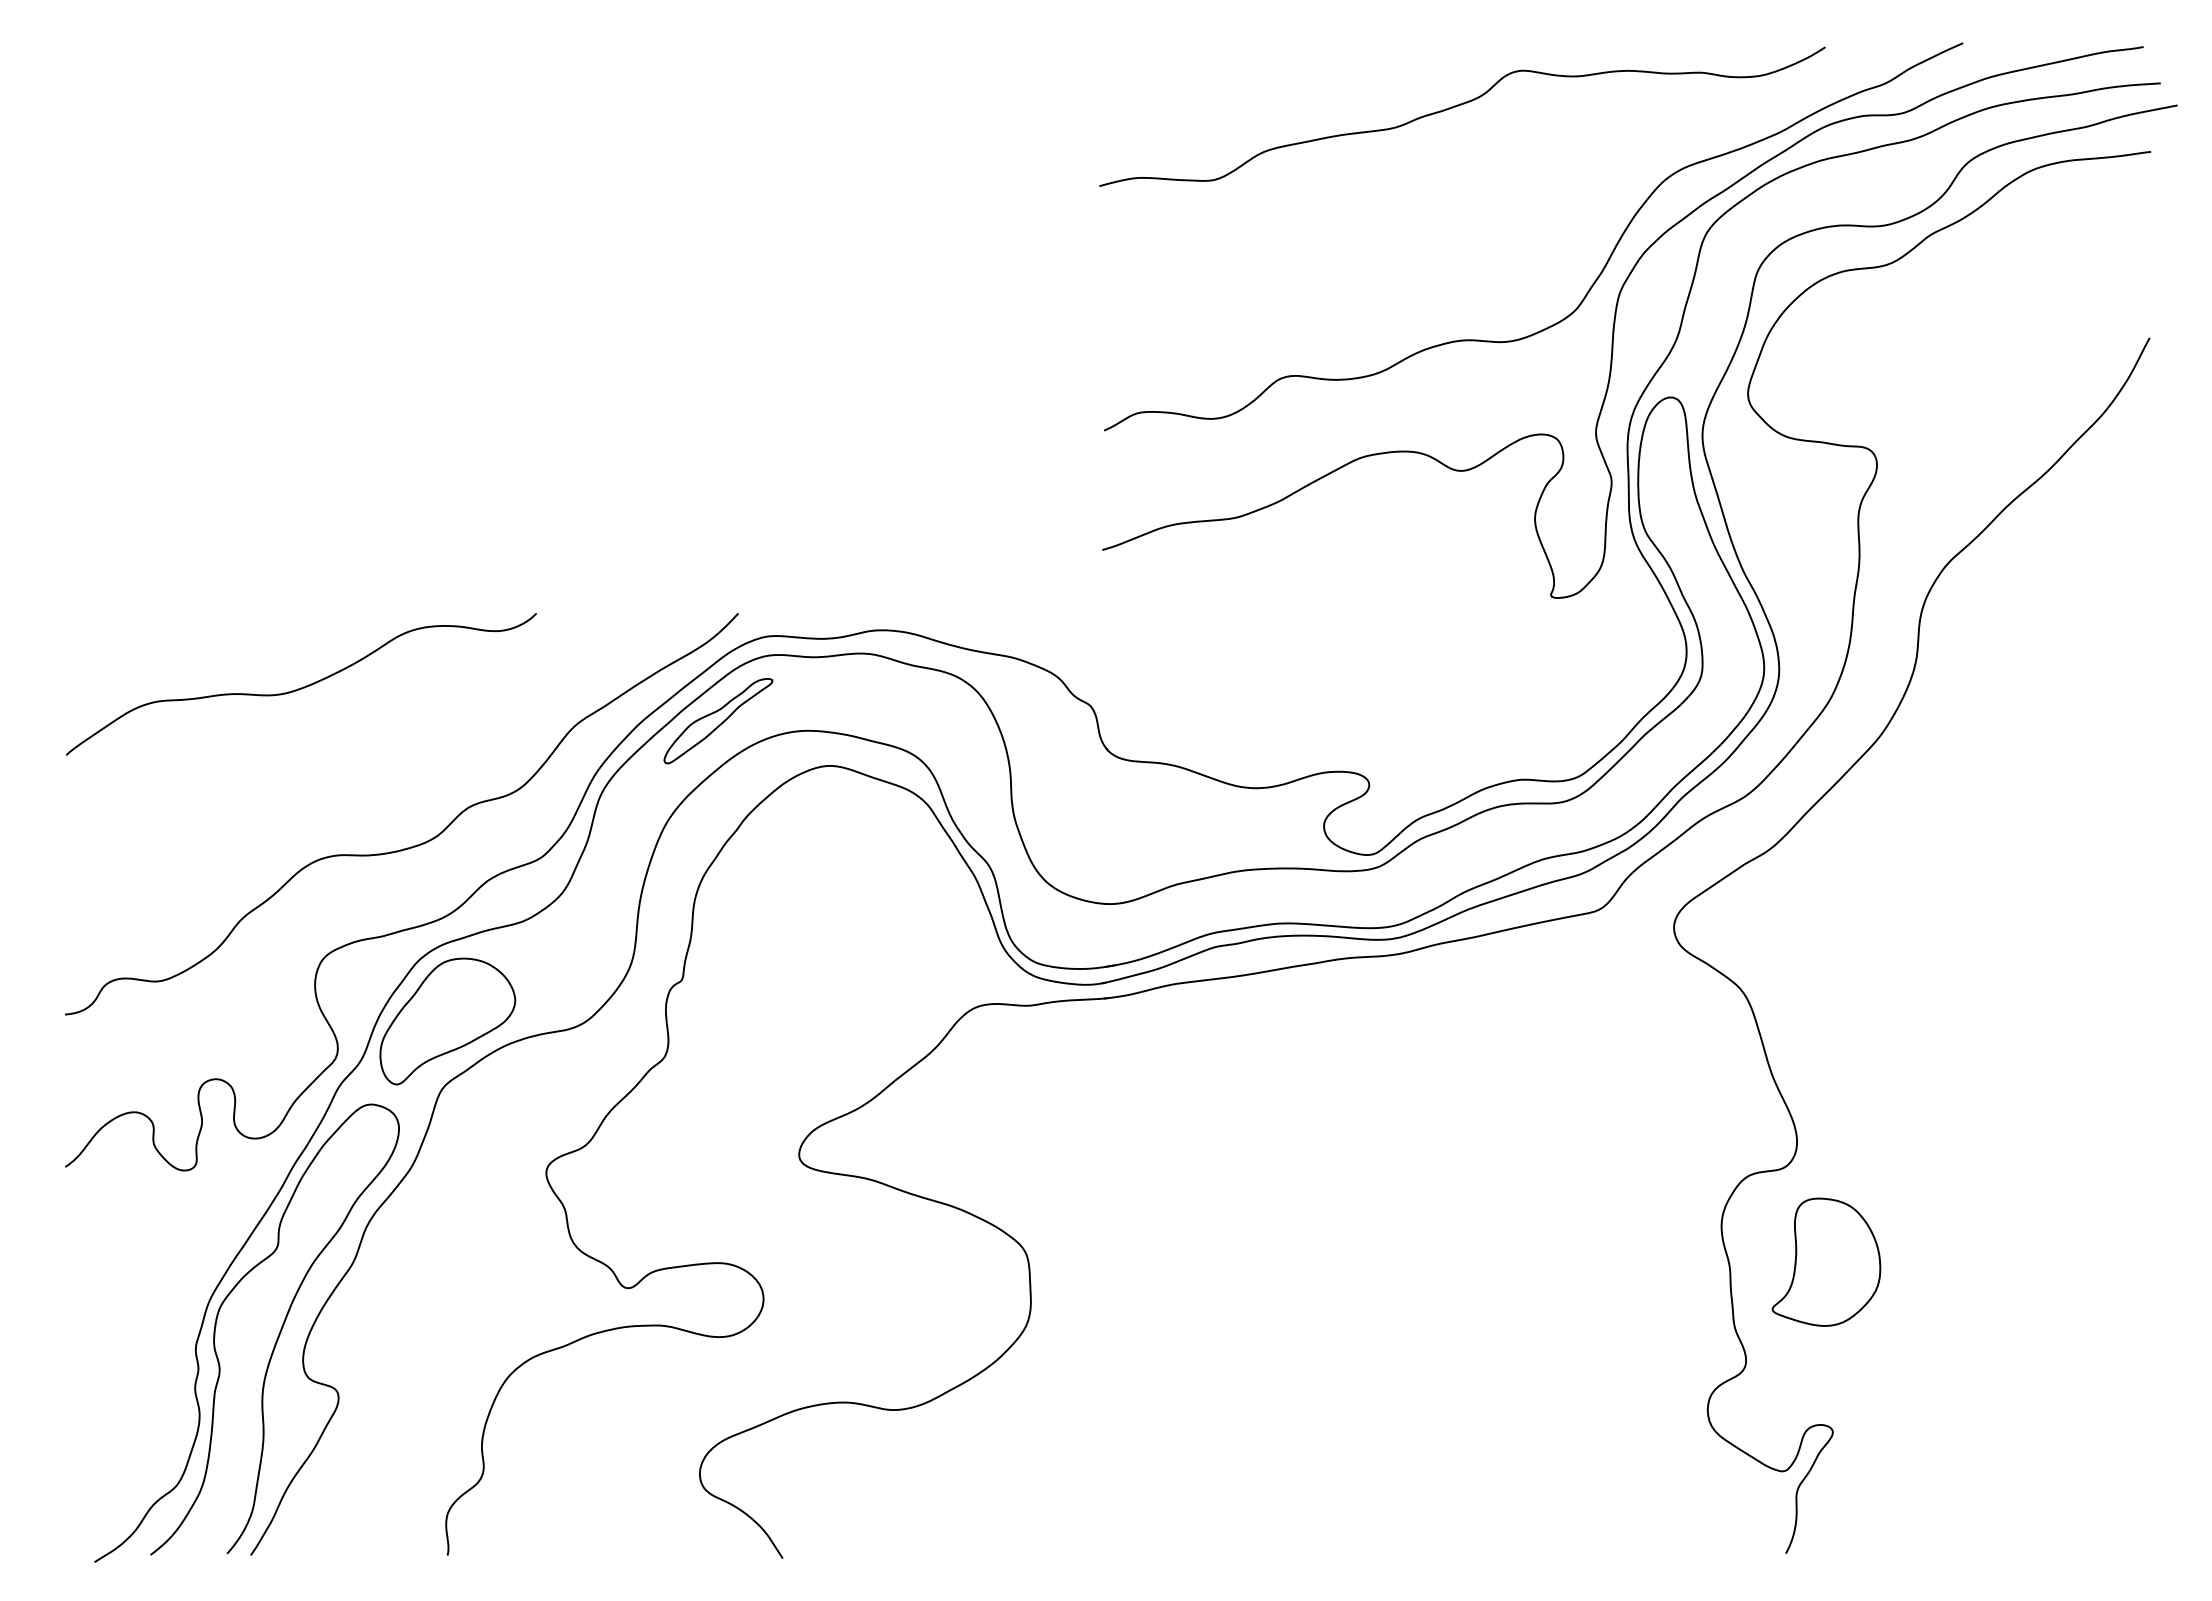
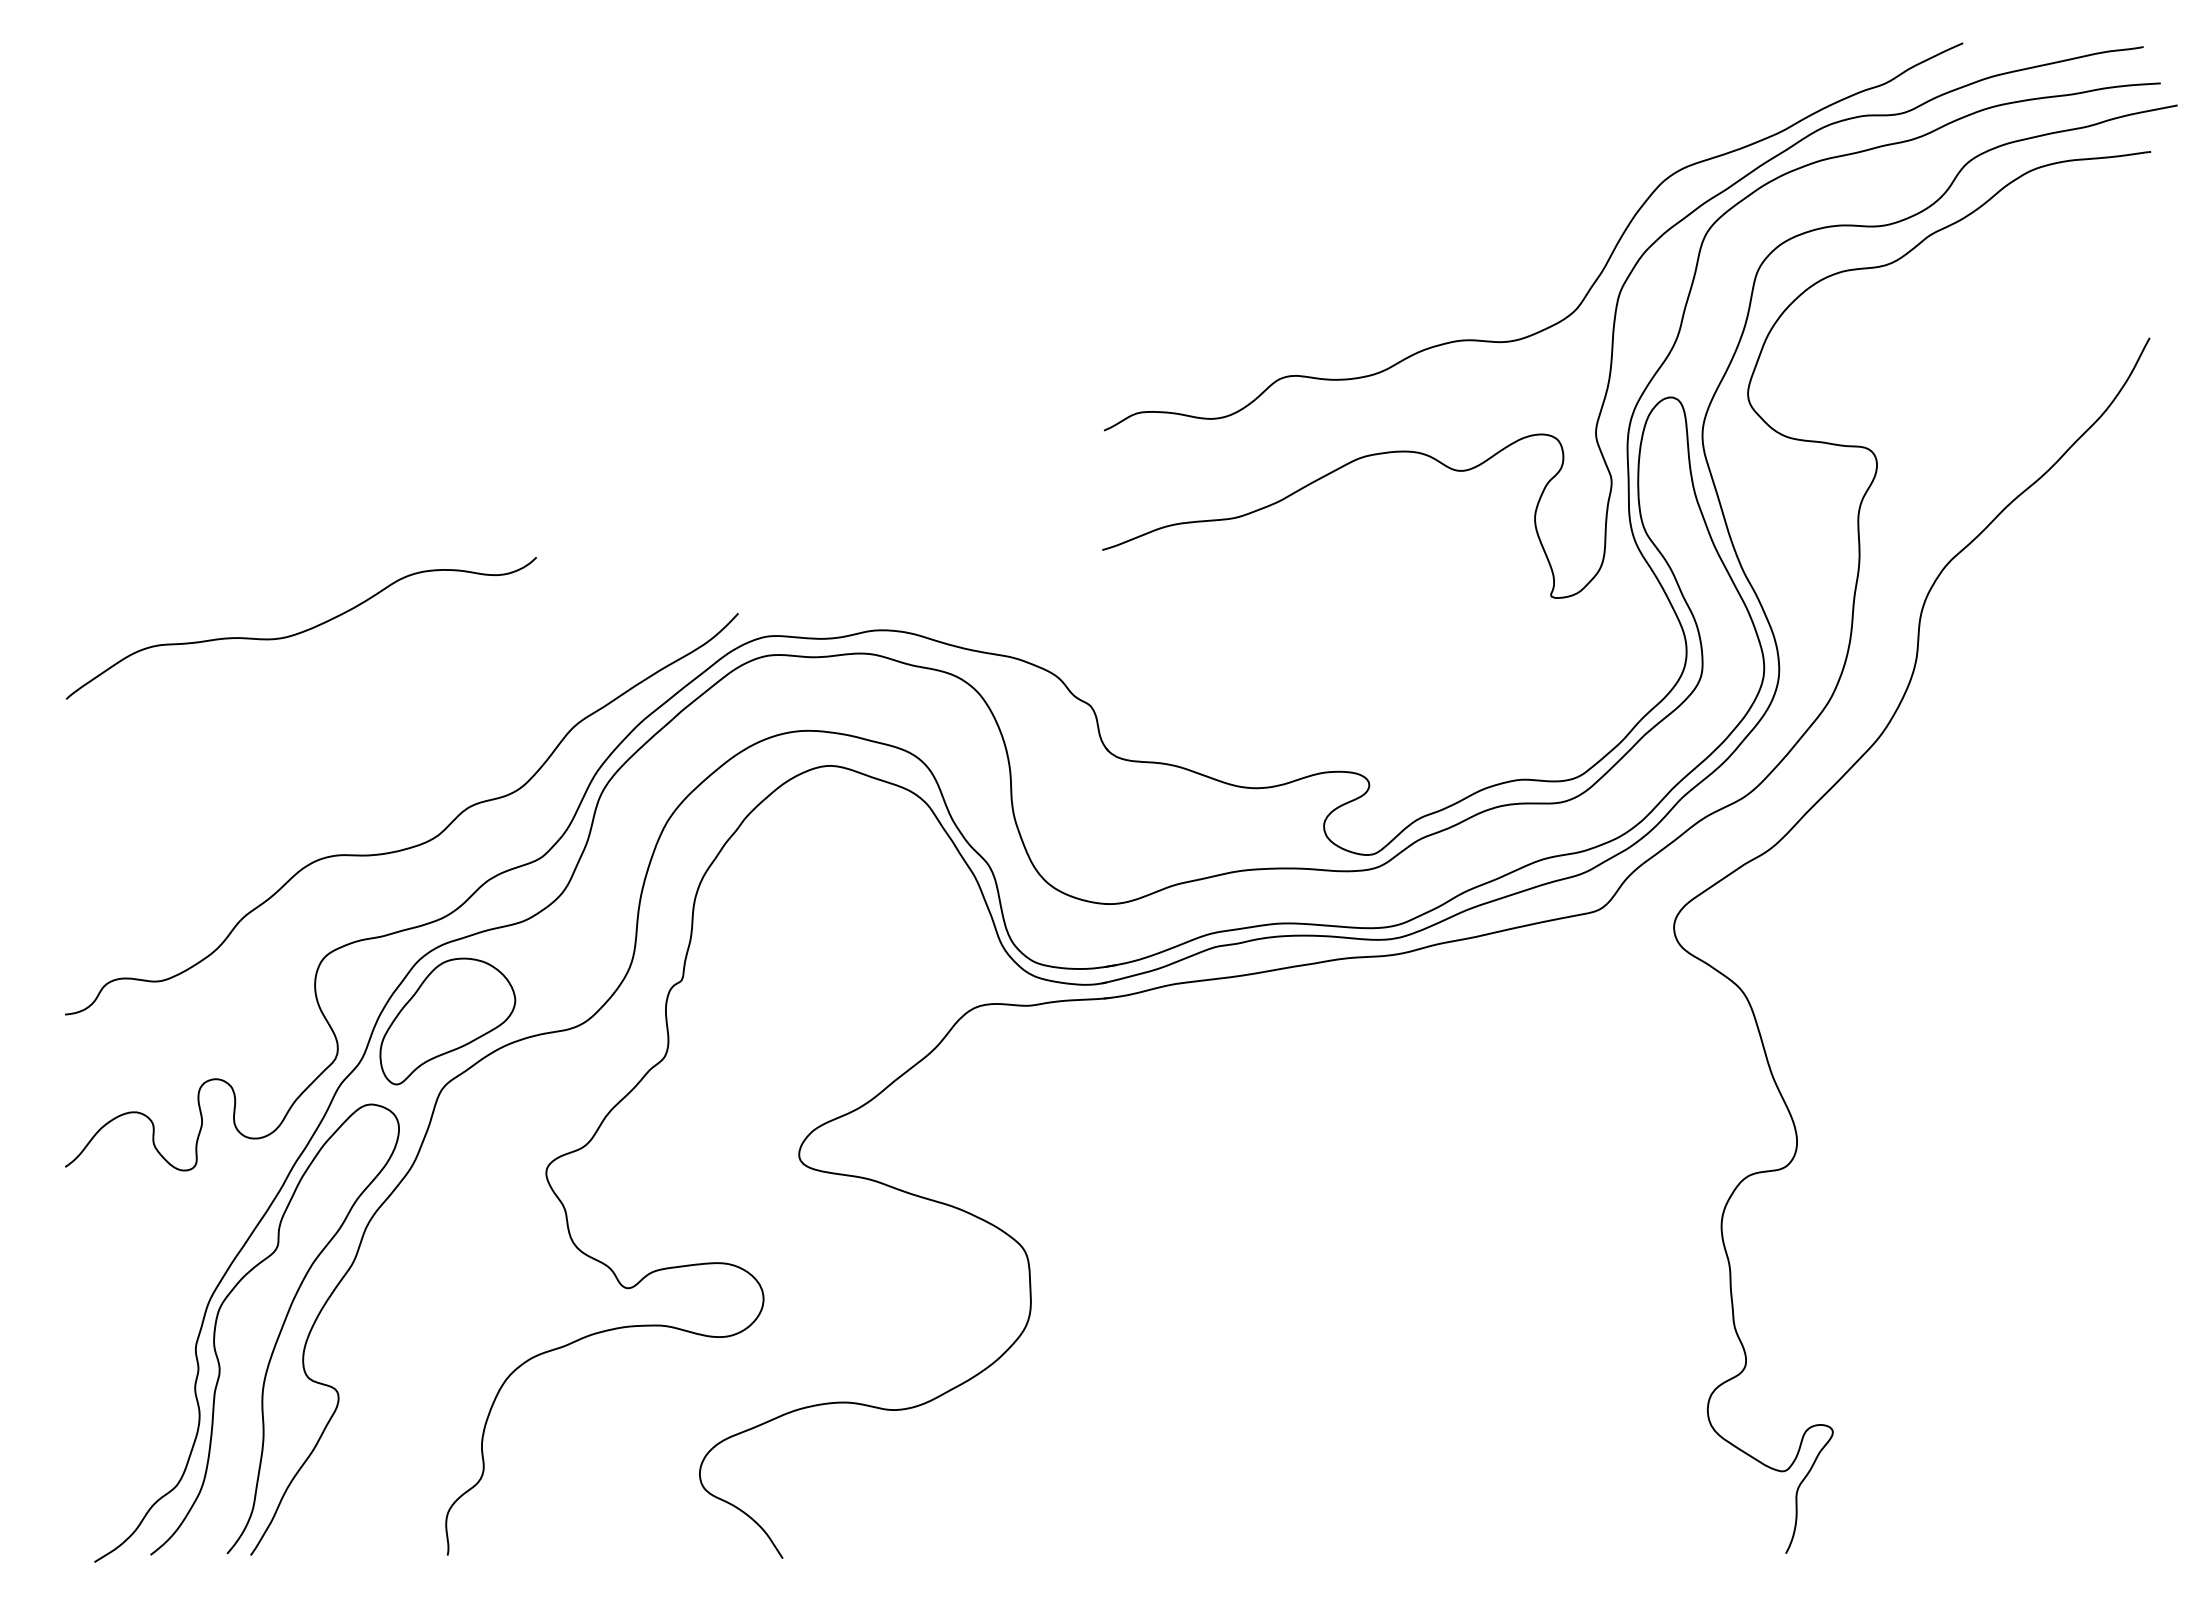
curve at (1458, 106): present -> none
curve at (303, 686) position: (303, 686) -> (303, 630)
part at (718, 721): present -> none
part at (1826, 1261): present -> none
